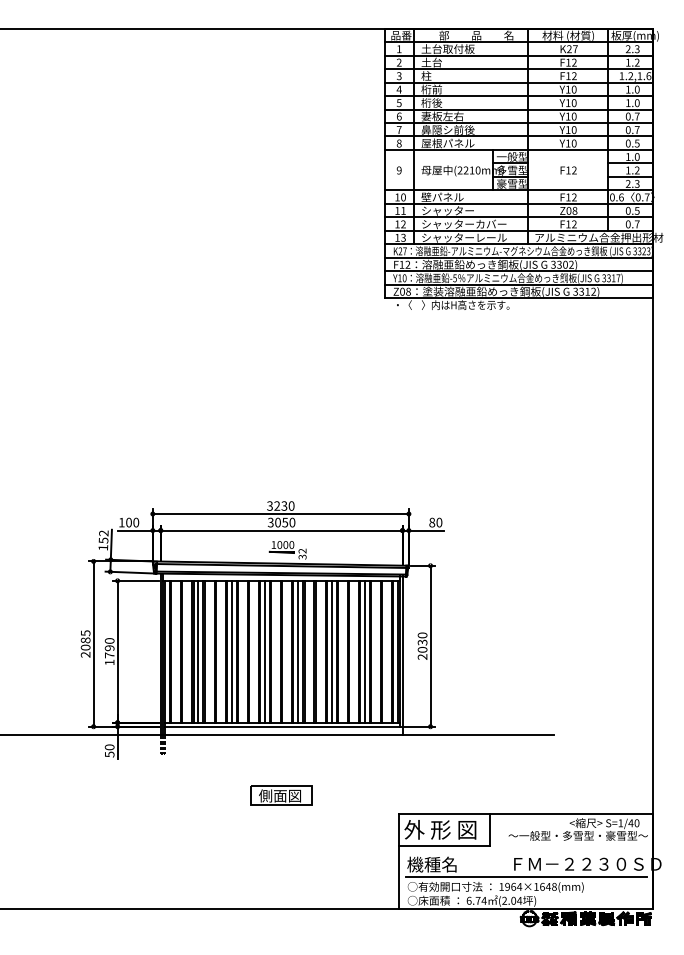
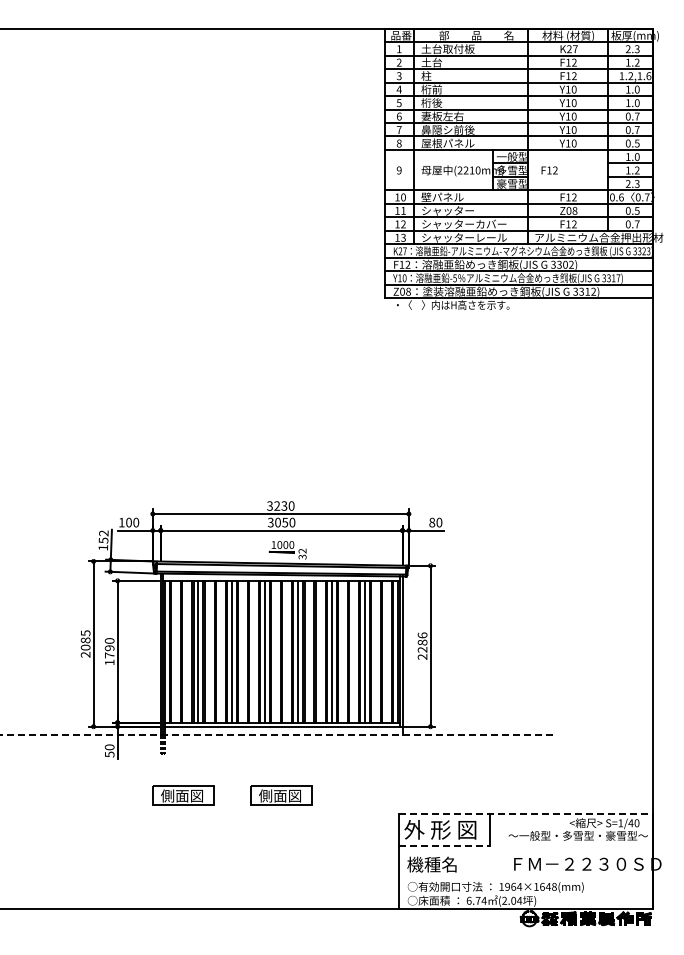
text at (568, 170) position: (568, 170) -> (549, 170)
text at (422, 642): 2030 -> 2286
line at (277, 734): solid -> dashed
part at (183, 795): none -> present
line at (526, 813): solid -> dashed
line at (445, 845): solid -> dashed
line at (525, 877): present -> none
